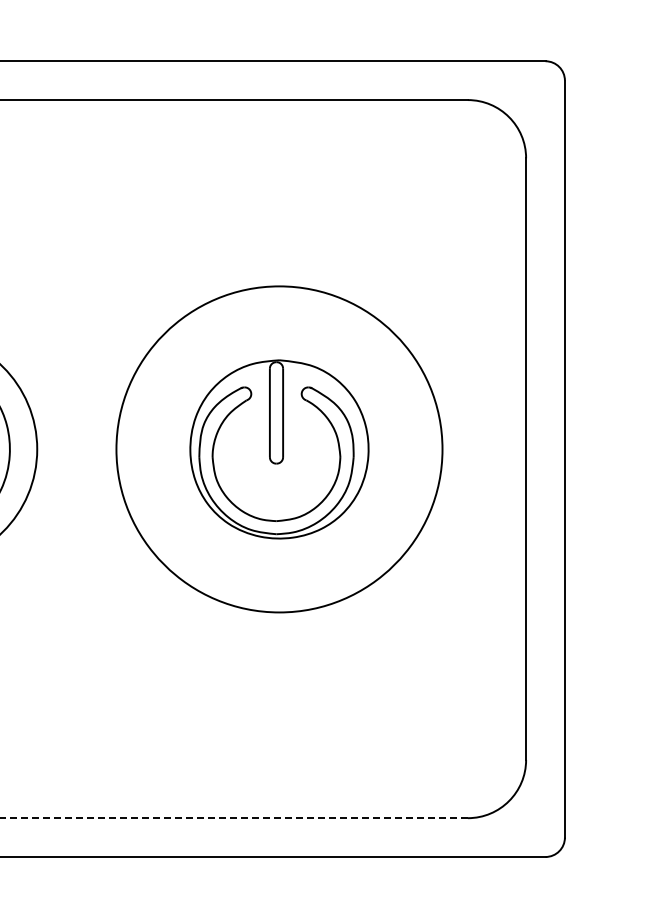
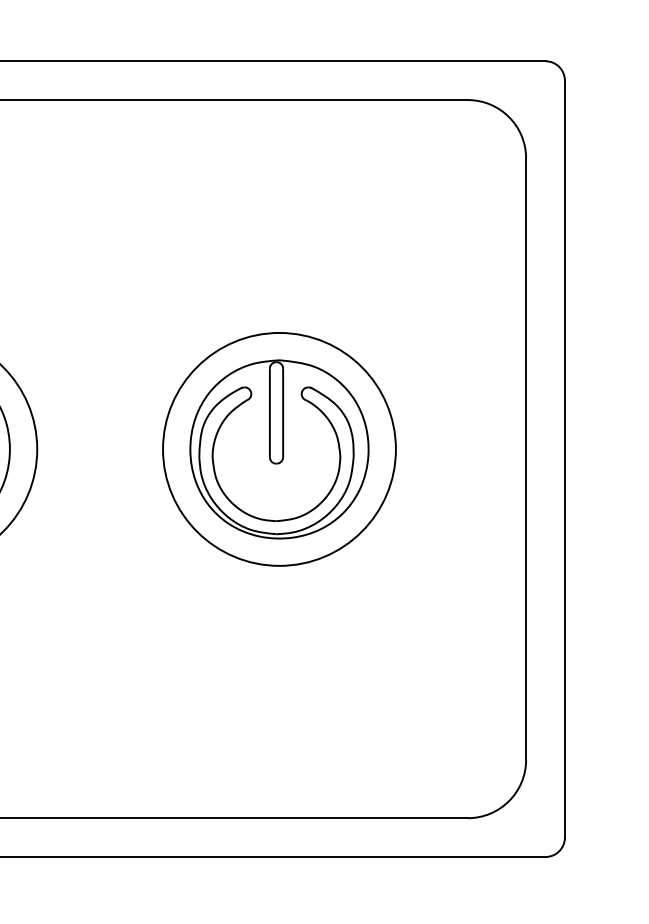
circle at (279, 449) diameter: 326 px -> 233 px
line at (233, 818): dashed -> solid
